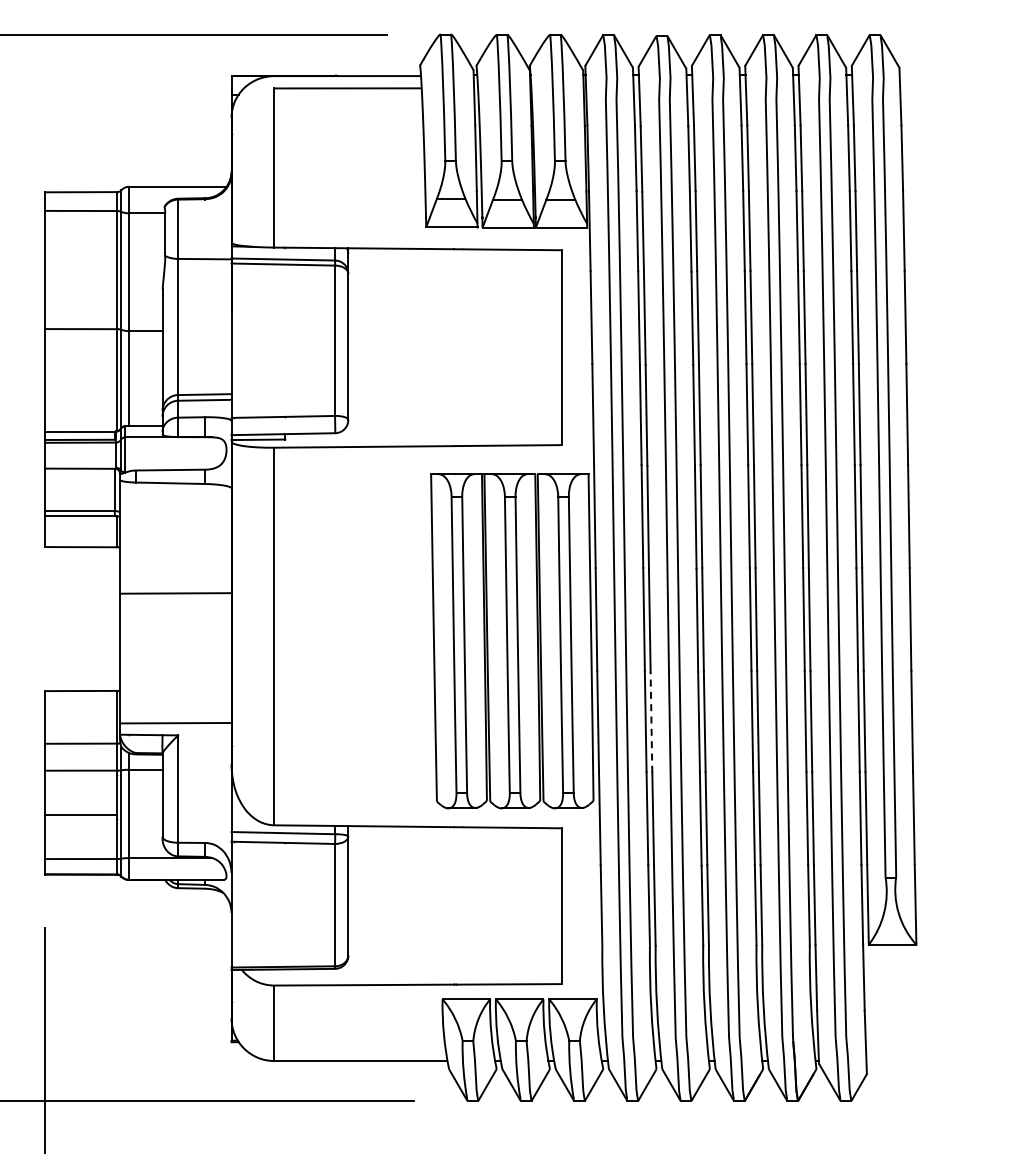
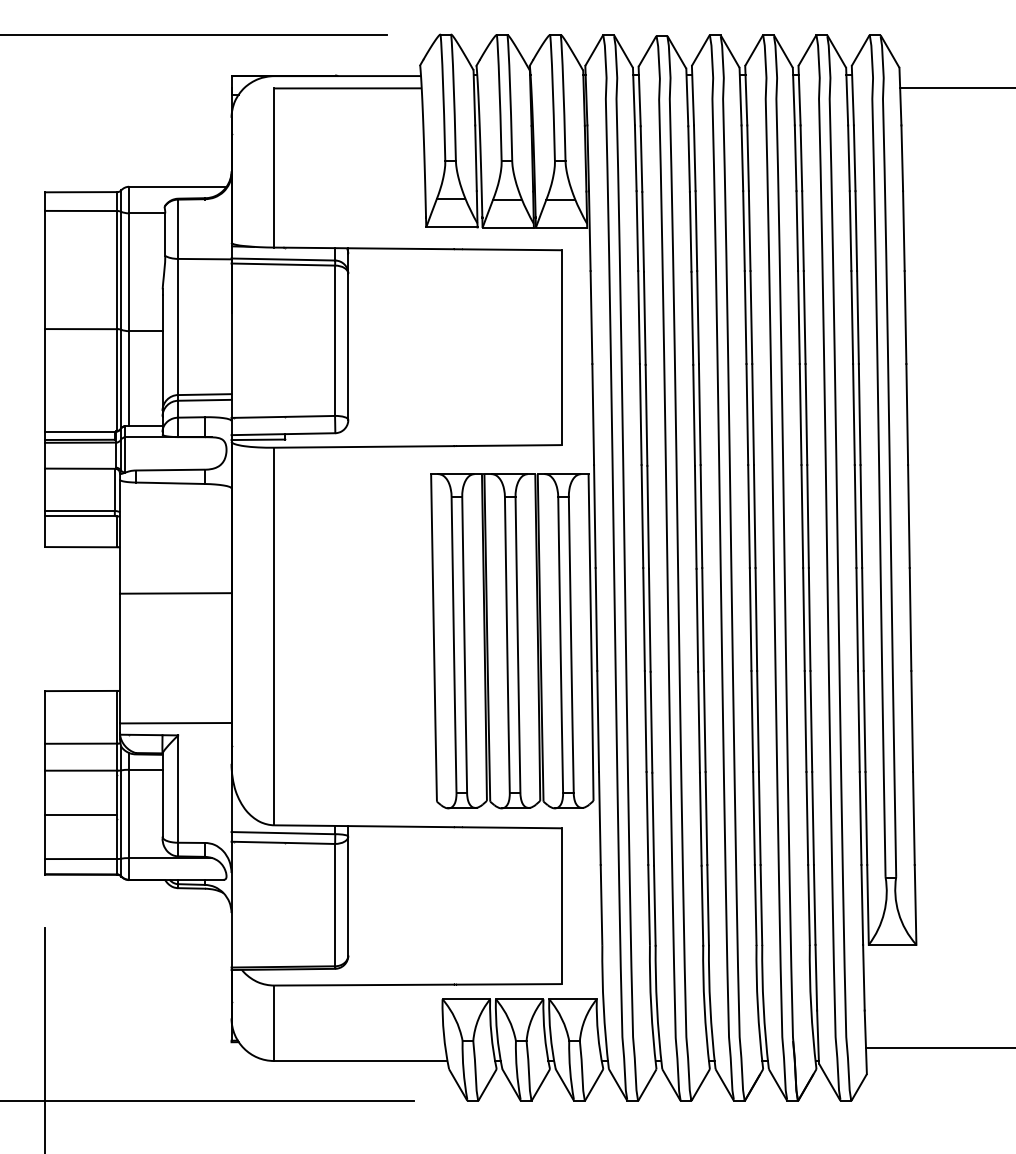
line at (955, 88): none -> present
line at (651, 722): dashed -> solid
line at (938, 1047): none -> present
